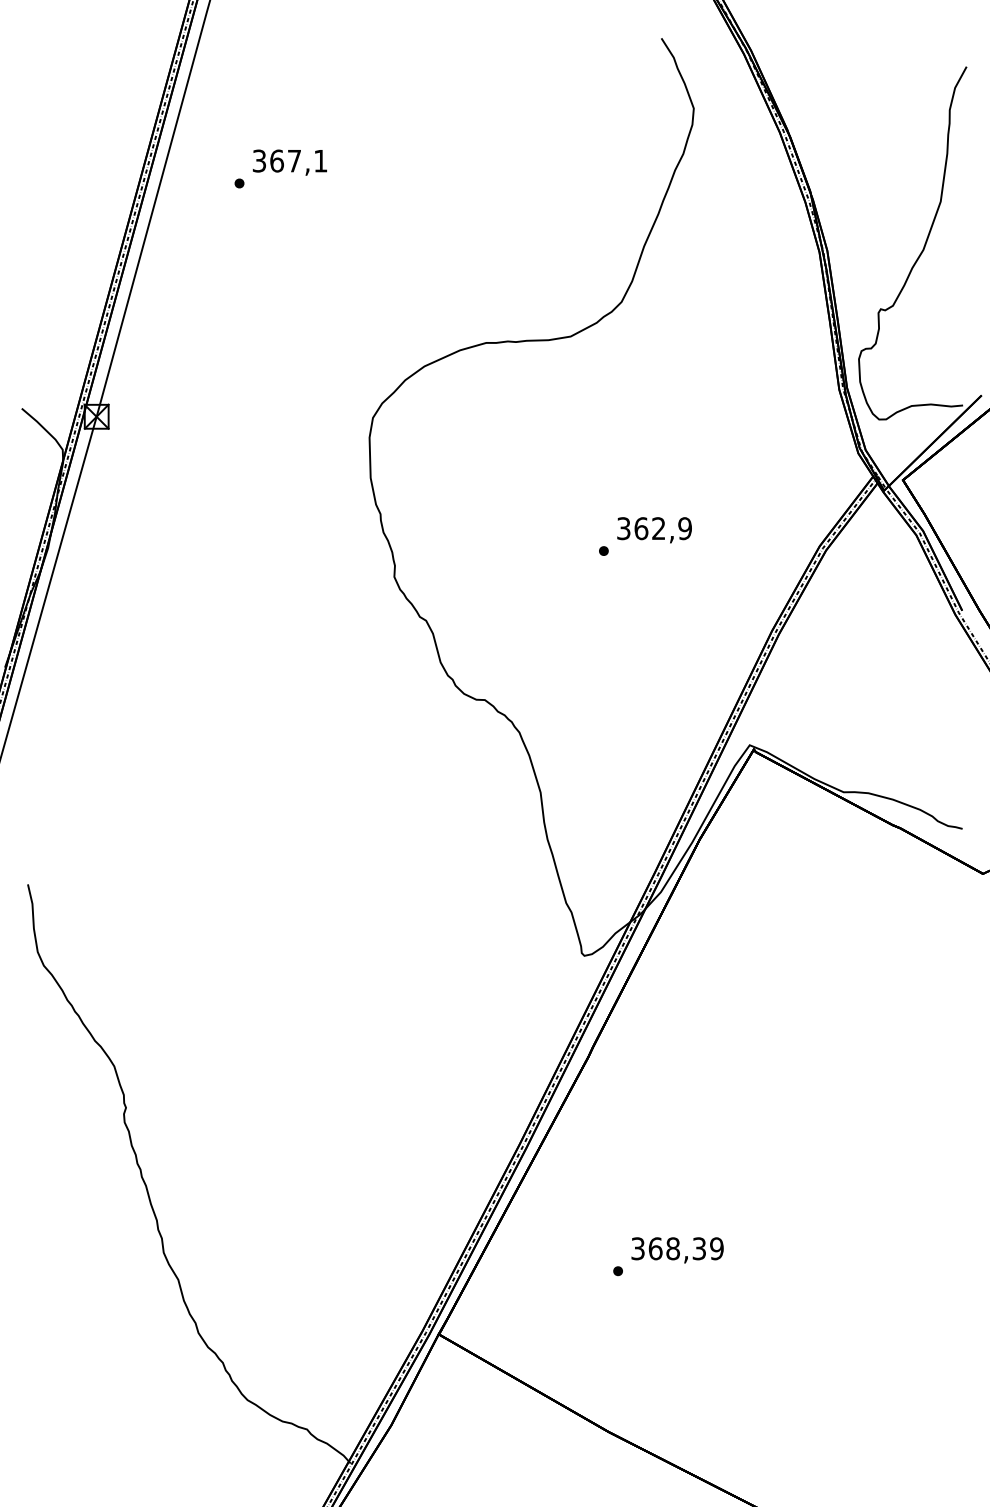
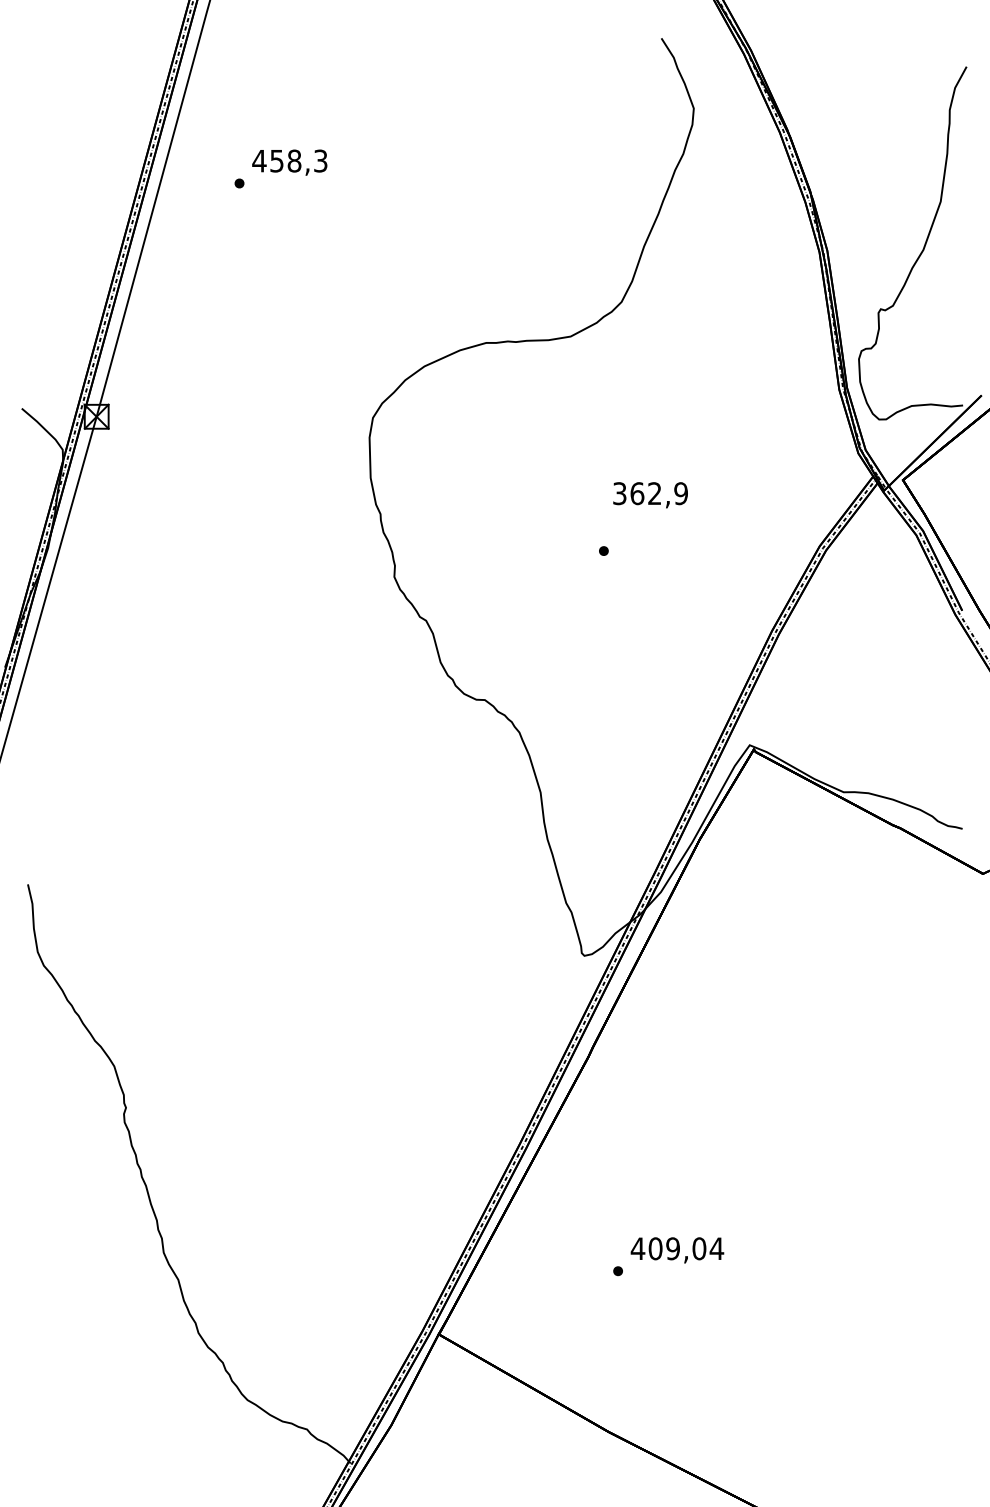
text at (289, 160): 367,1 -> 458,3
text at (654, 530) position: (654, 530) -> (650, 495)
text at (677, 1248): 368,39 -> 409,04
